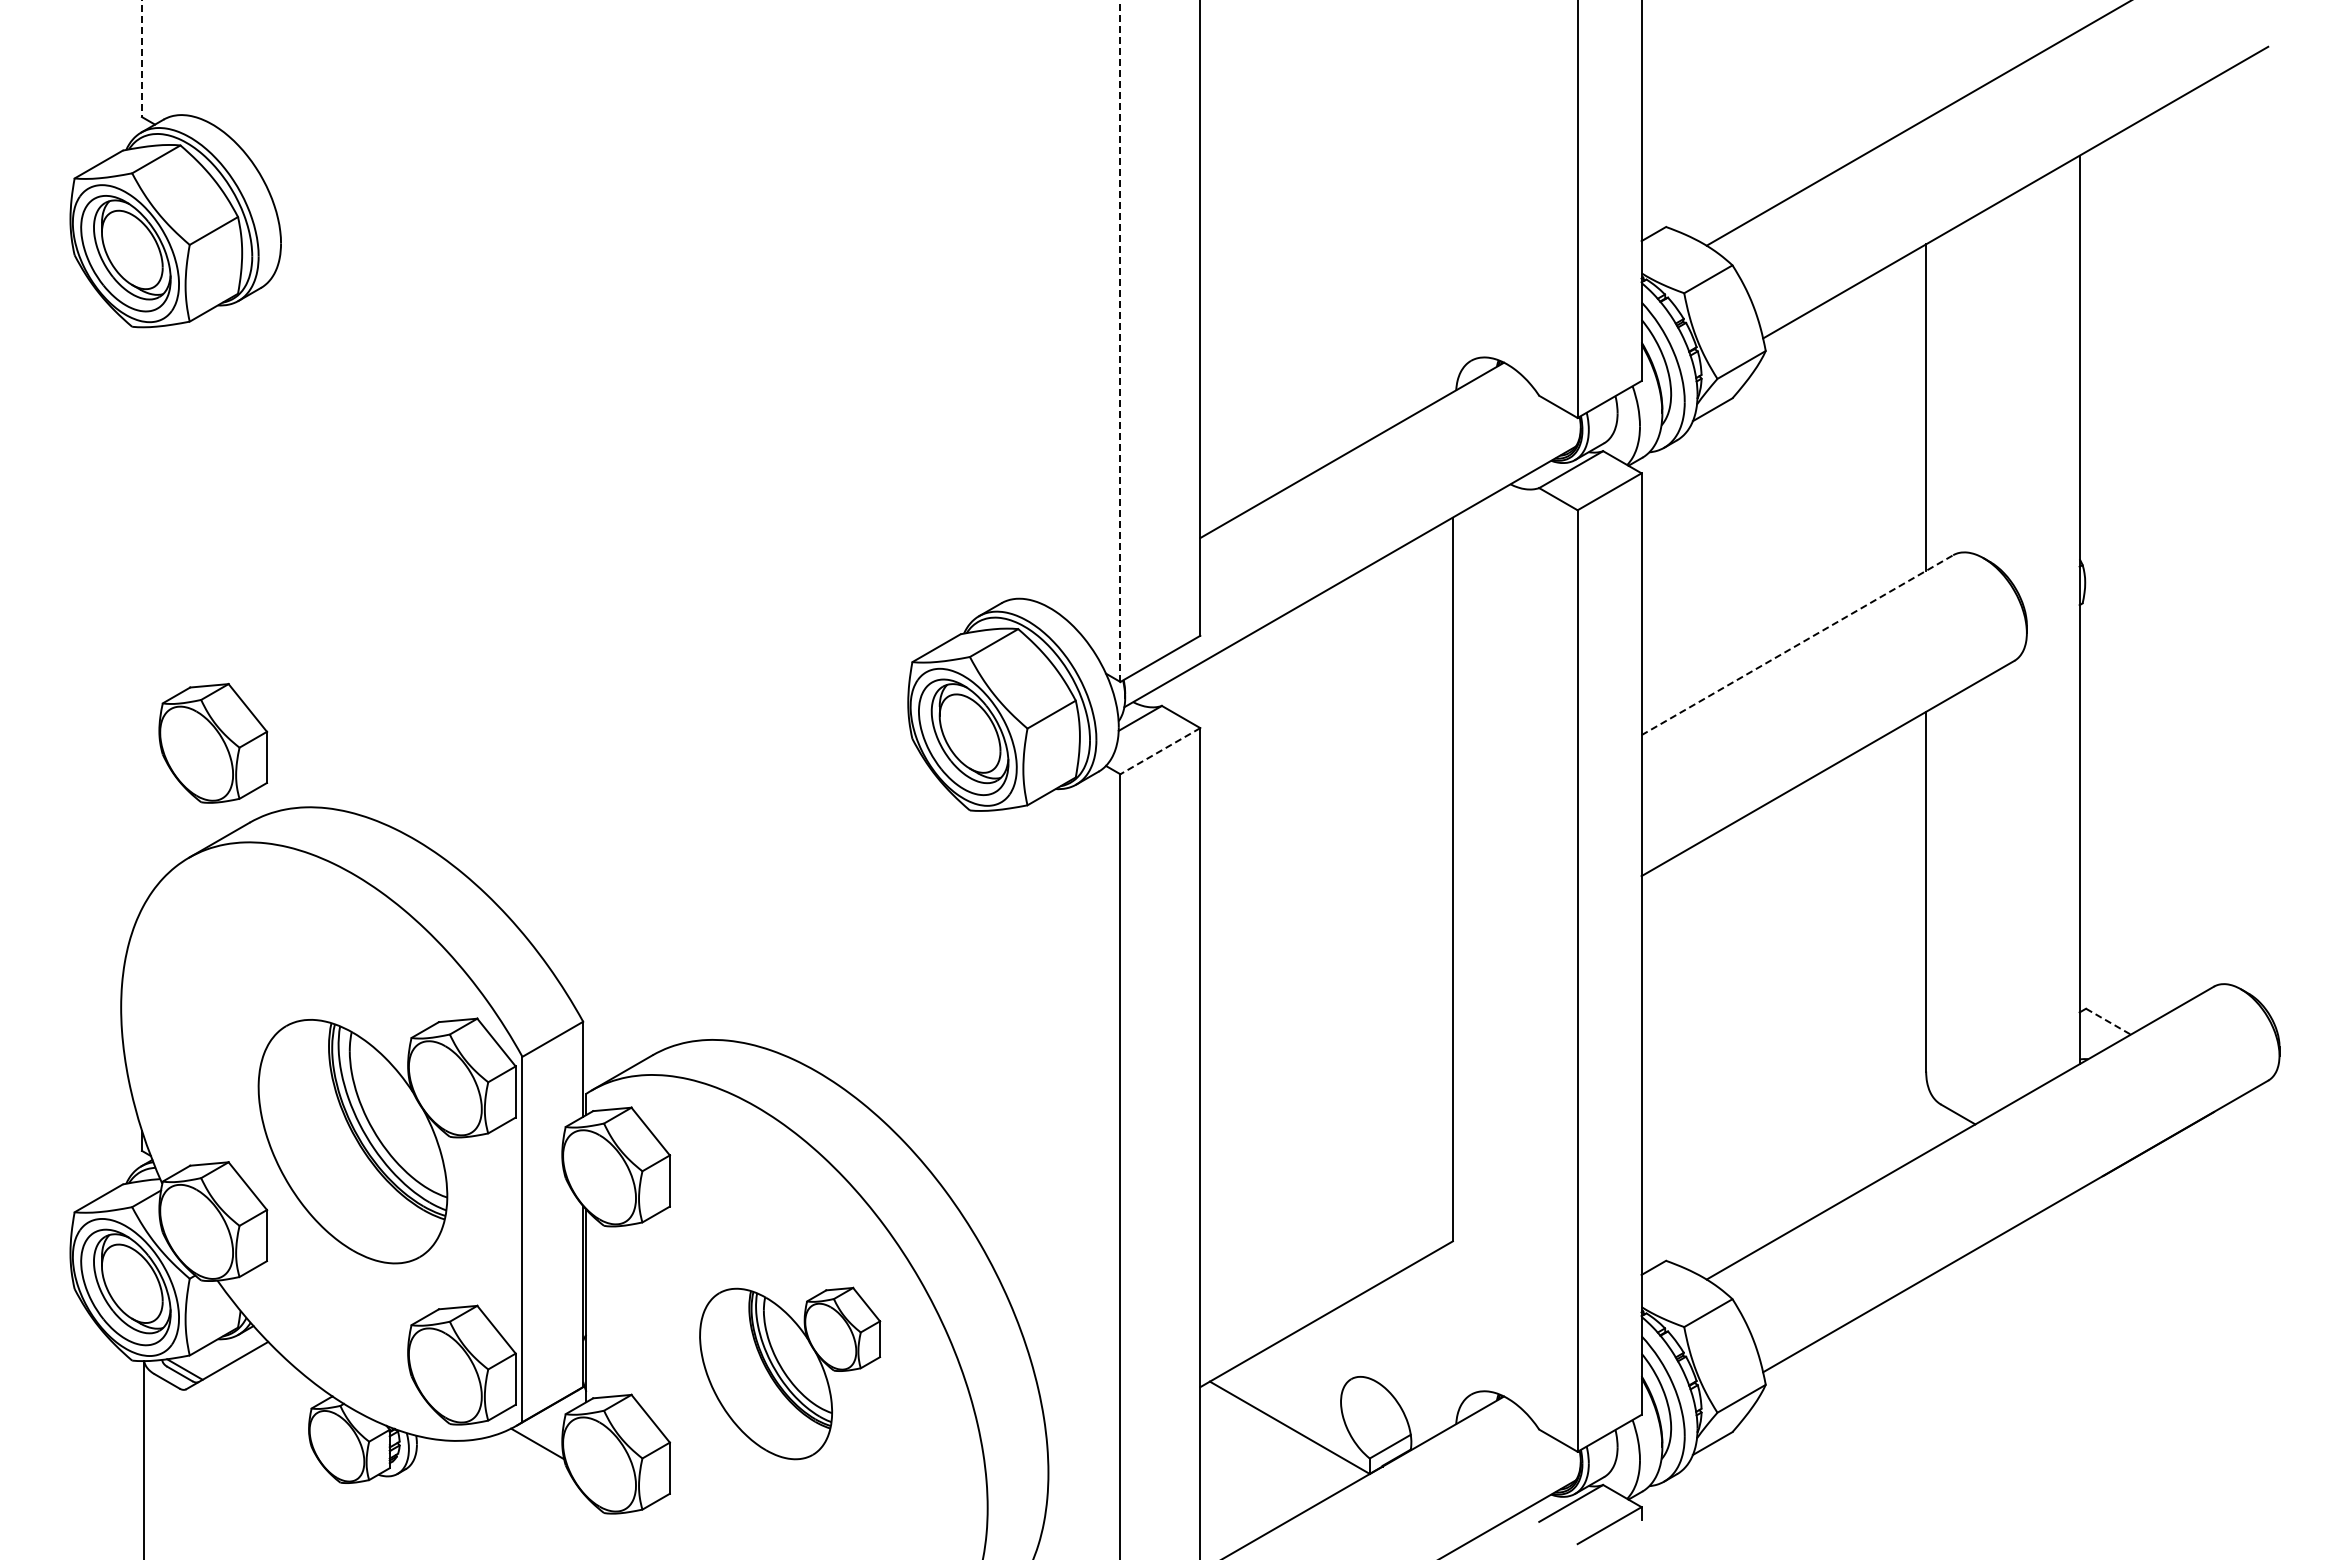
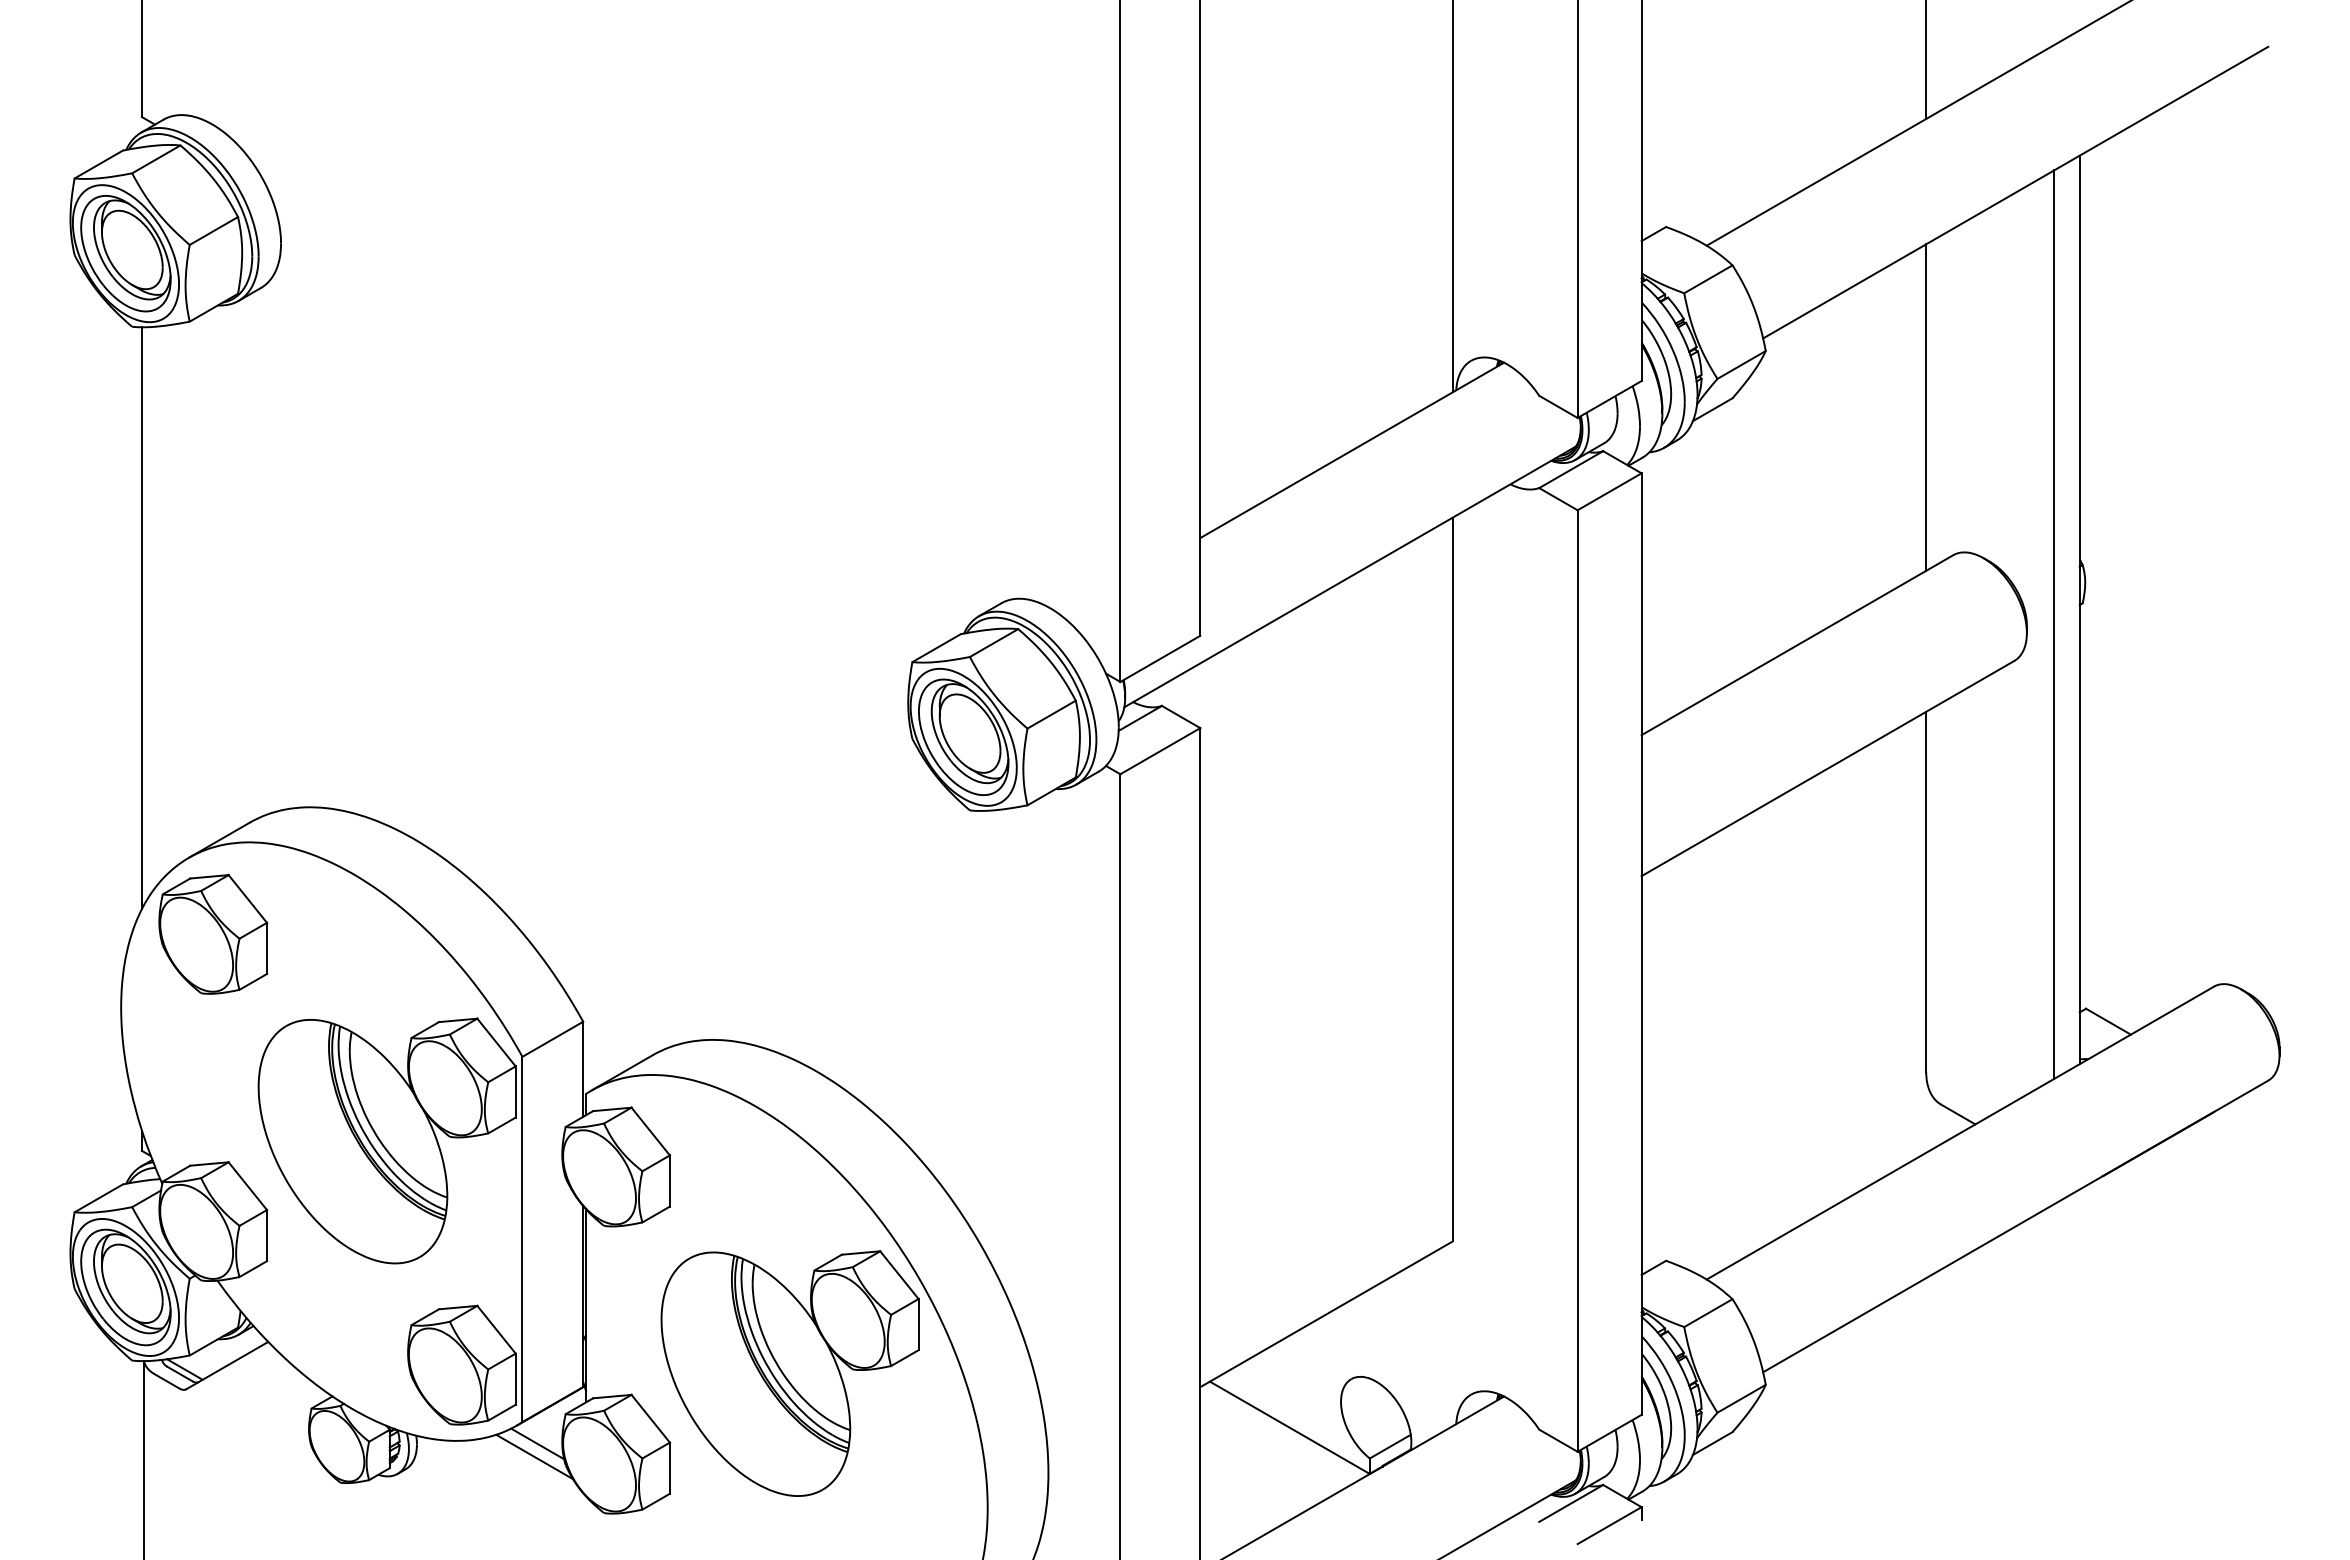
line at (141, 59): dashed -> solid
line at (1926, 60): none -> present
line at (1452, 197): none -> present
line at (1120, 341): dashed -> solid
line at (141, 618): none -> present
line at (2054, 624): none -> present
line at (1797, 645): dashed -> solid
part at (213, 743) position: (213, 743) -> (213, 934)
line at (1159, 751): dashed -> solid
line at (2108, 1021): dashed -> solid
part at (790, 1373) size: 183x175 px -> 260x247 px
line at (534, 1456): none -> present
